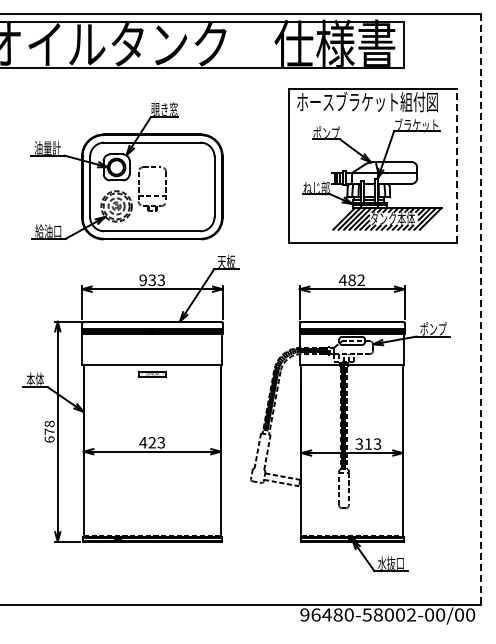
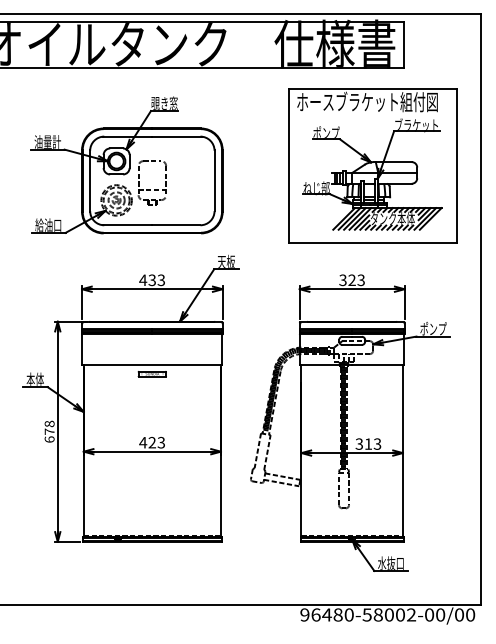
line at (456, 165): dashed -> solid
part at (126, 171) position: (126, 171) -> (126, 165)
text at (143, 280): 933 -> 433
text at (351, 280): 482 -> 323
line at (481, 309): dashed -> solid
